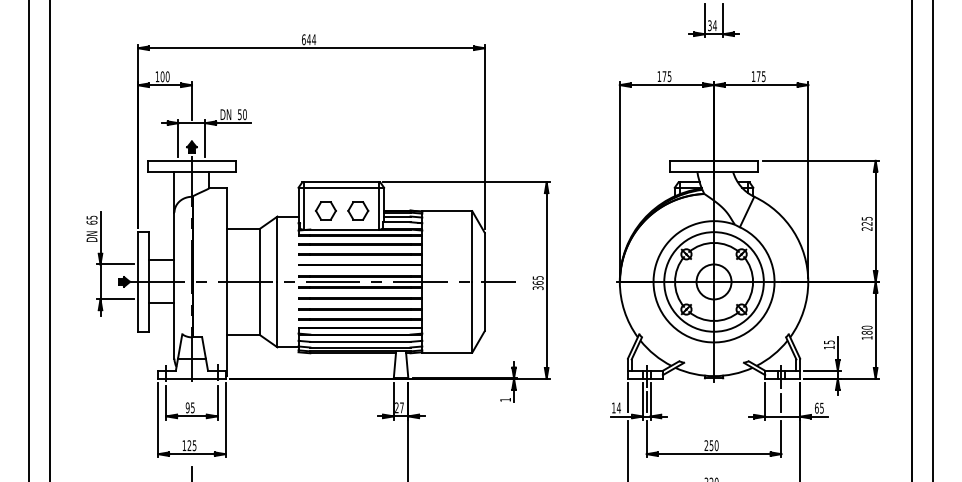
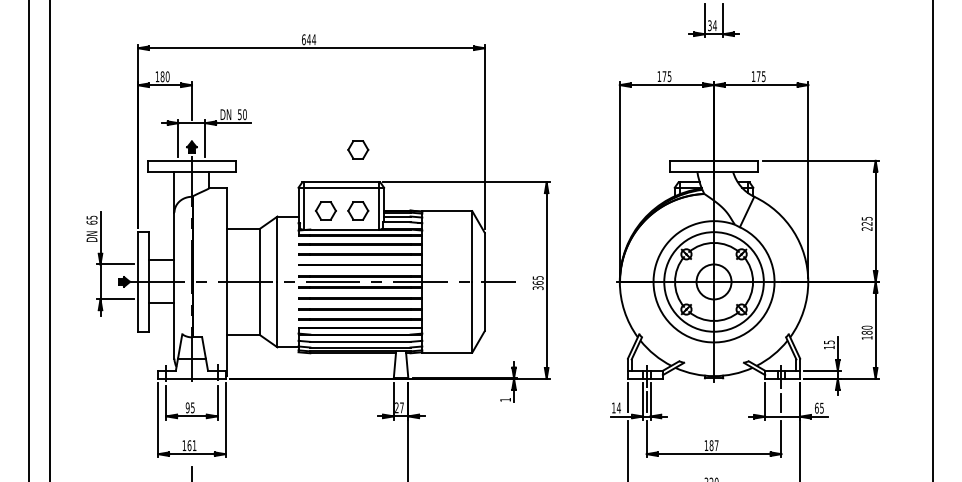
text at (162, 76): 100 -> 180
part at (358, 149): none -> present
line at (911, 240): present -> none
text at (191, 445): 125 -> 161
text at (711, 445): 250 -> 187
